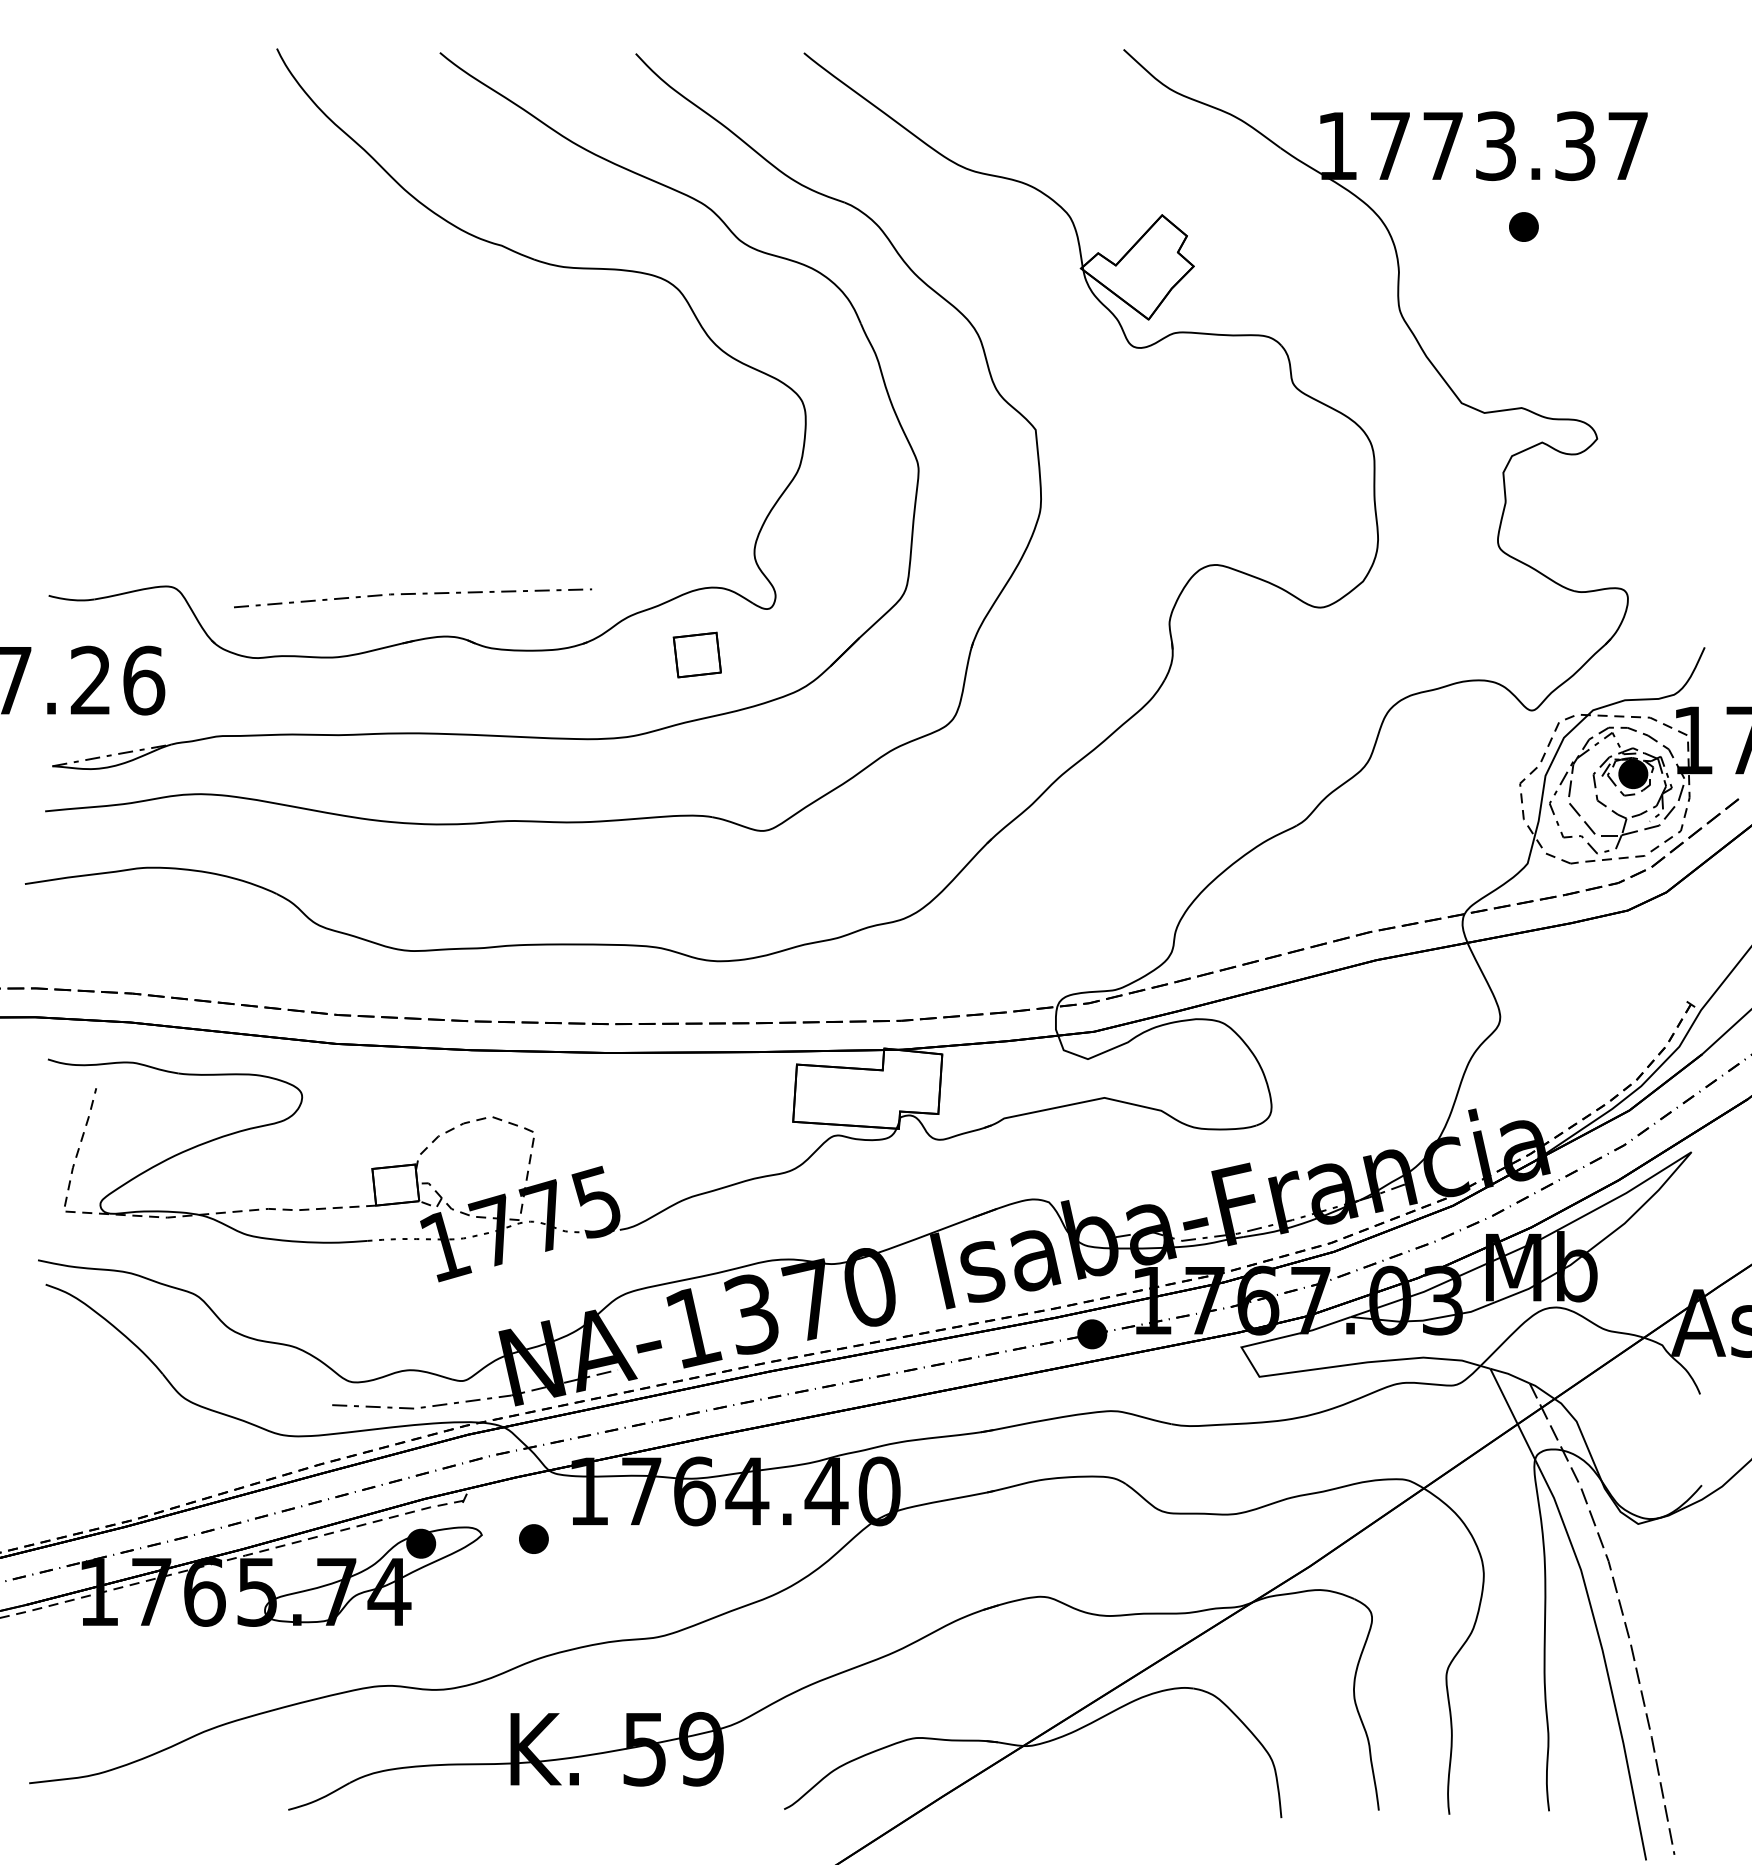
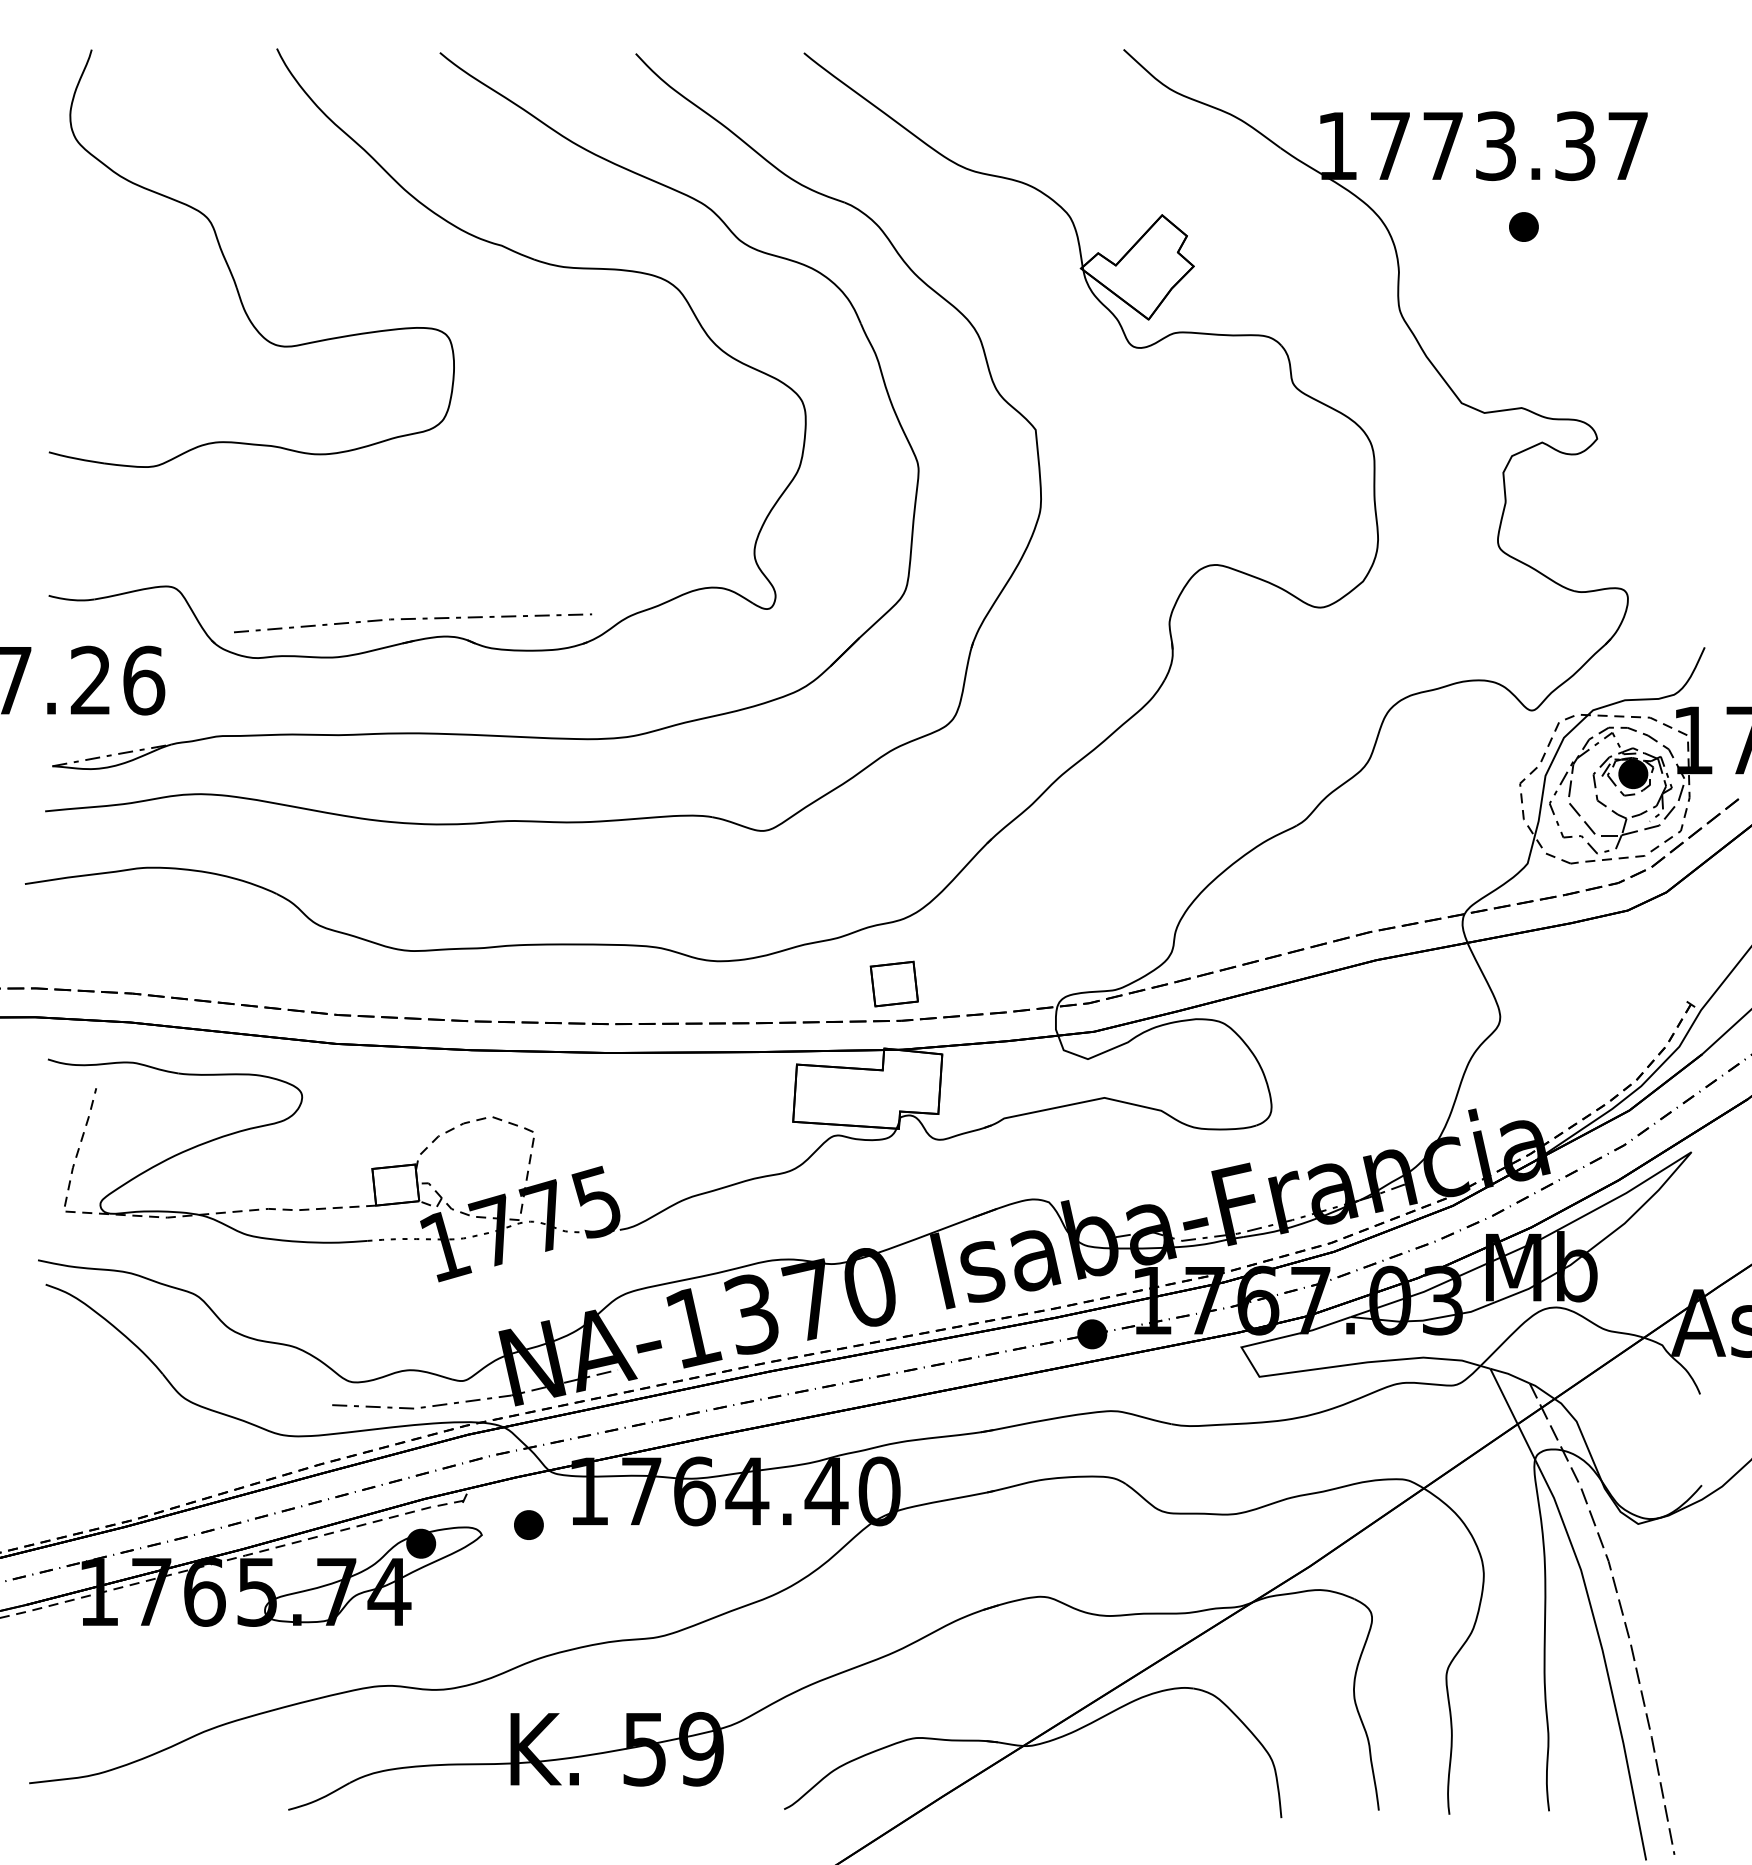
part at (230, 268): none -> present
line at (413, 594) position: (413, 594) -> (413, 619)
part at (696, 654) position: (696, 654) -> (893, 983)
part at (533, 1538) position: (533, 1538) -> (528, 1524)
